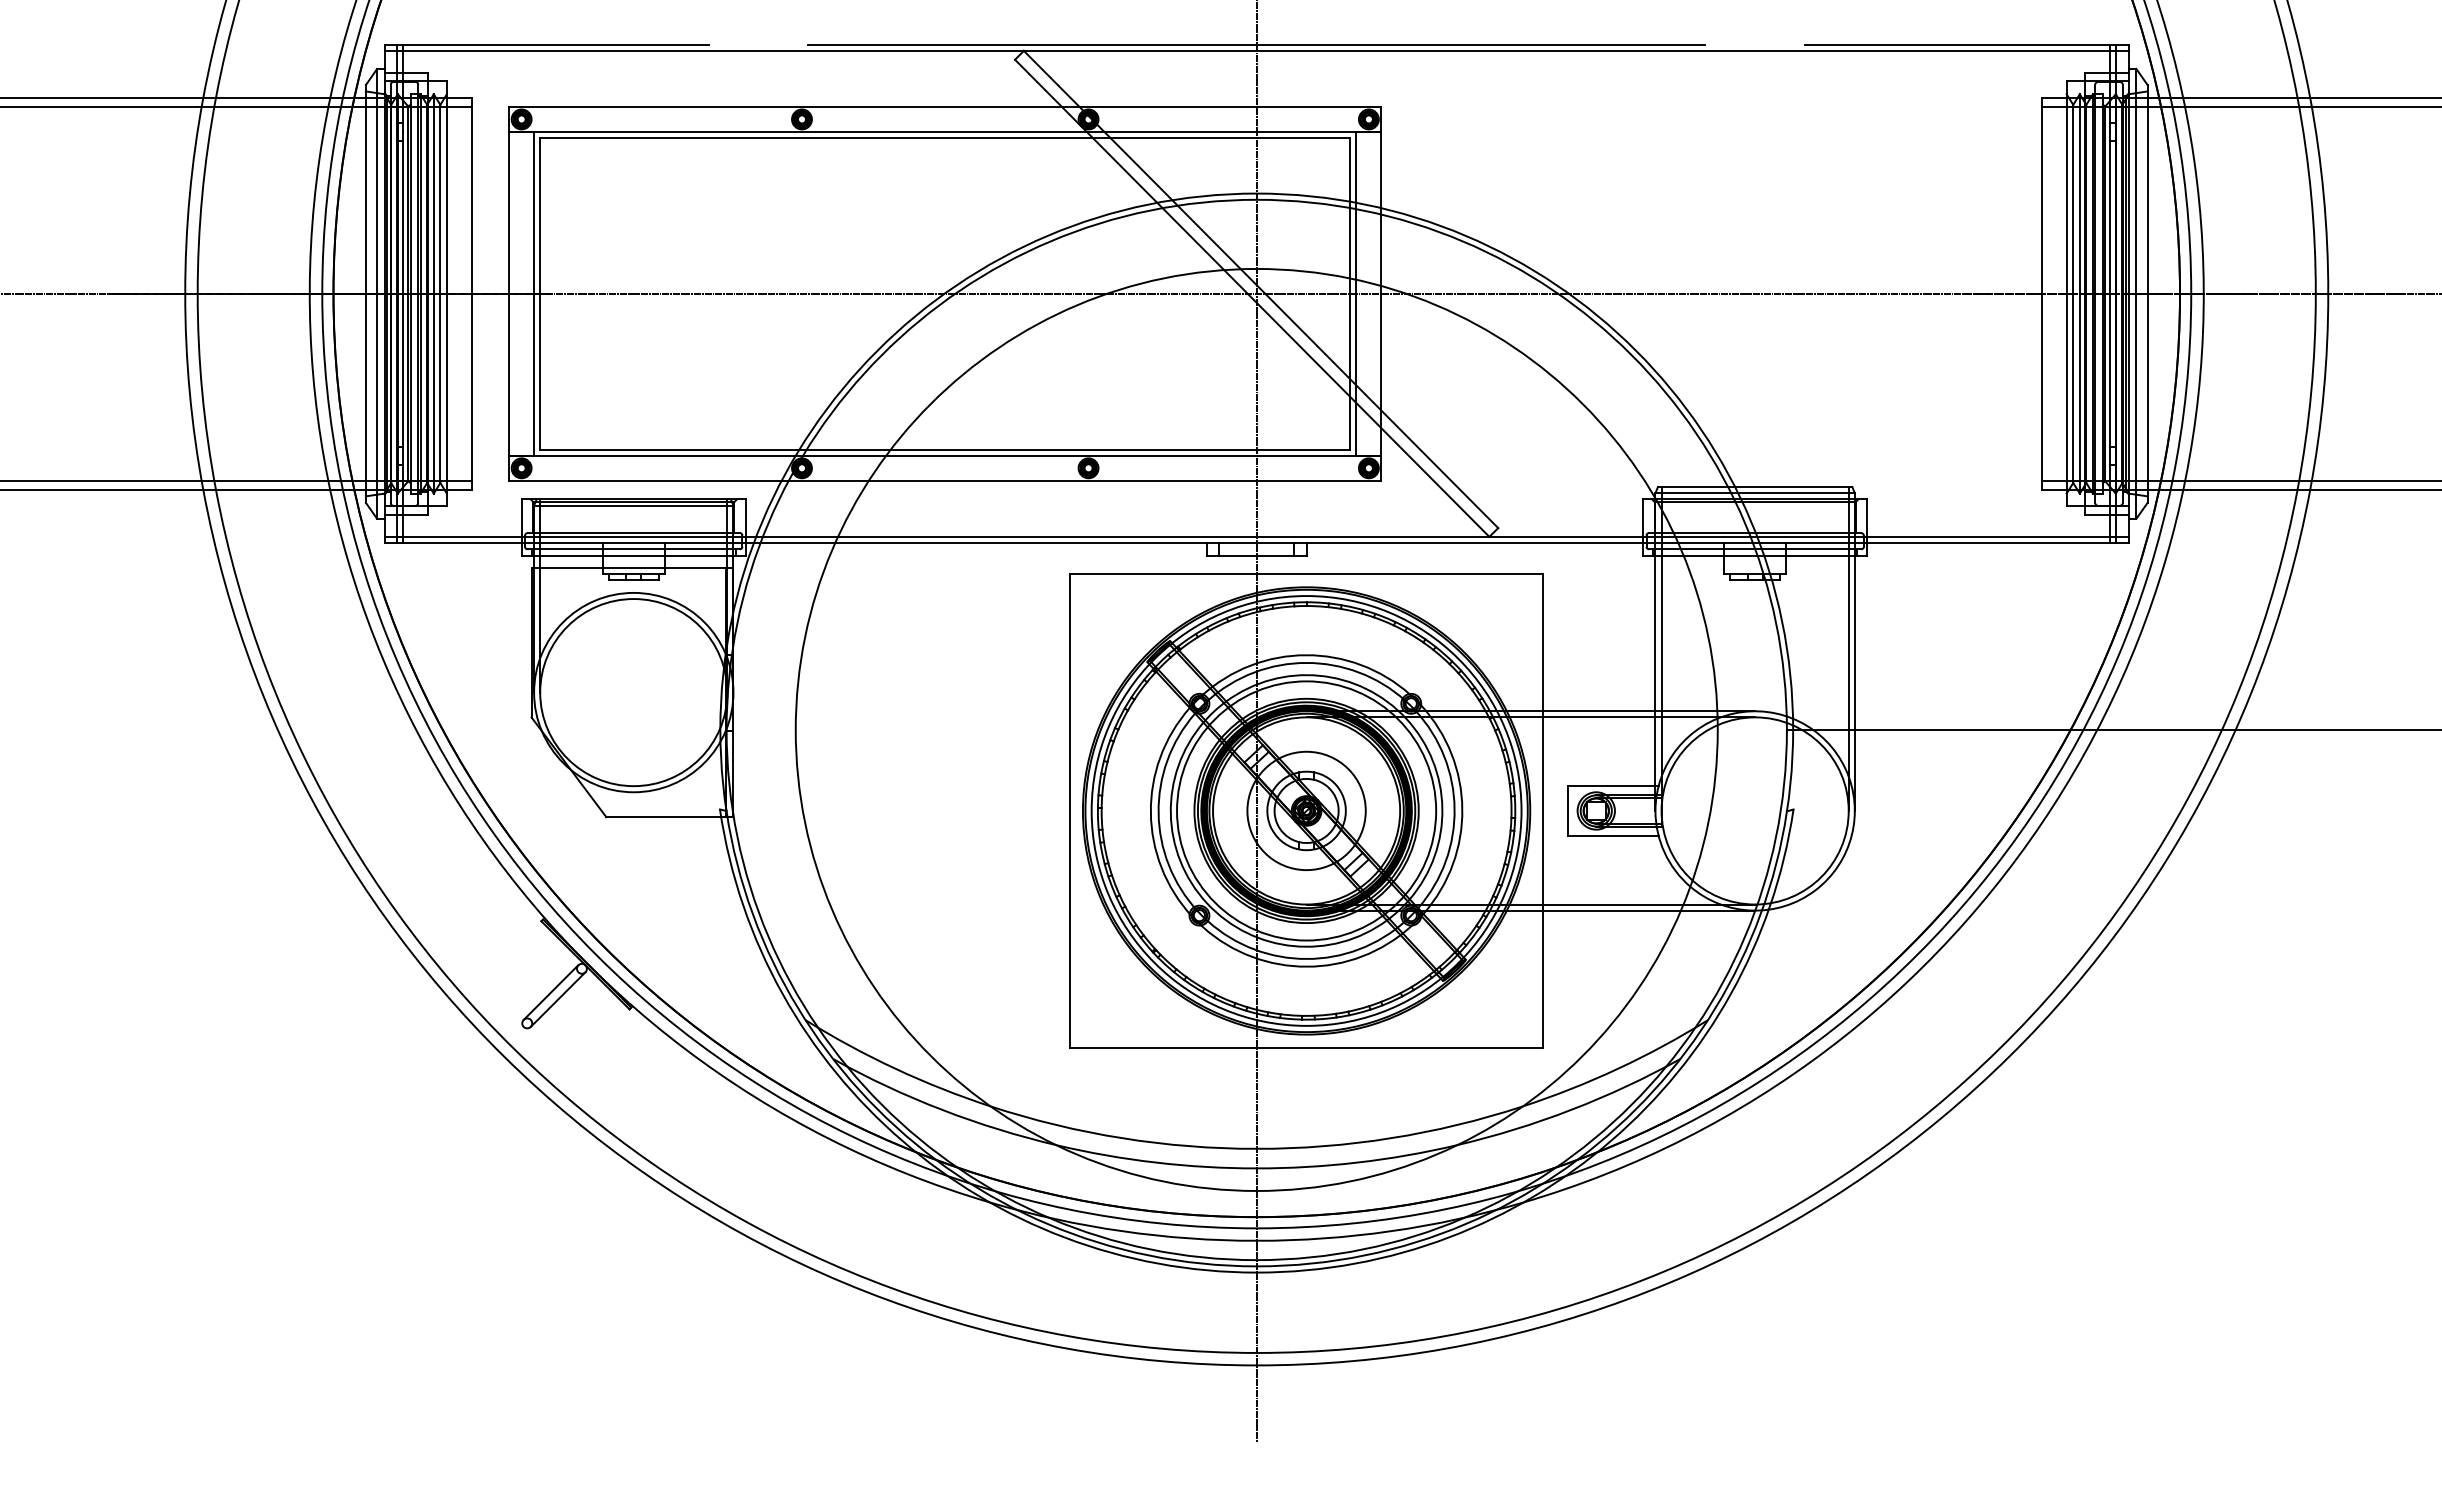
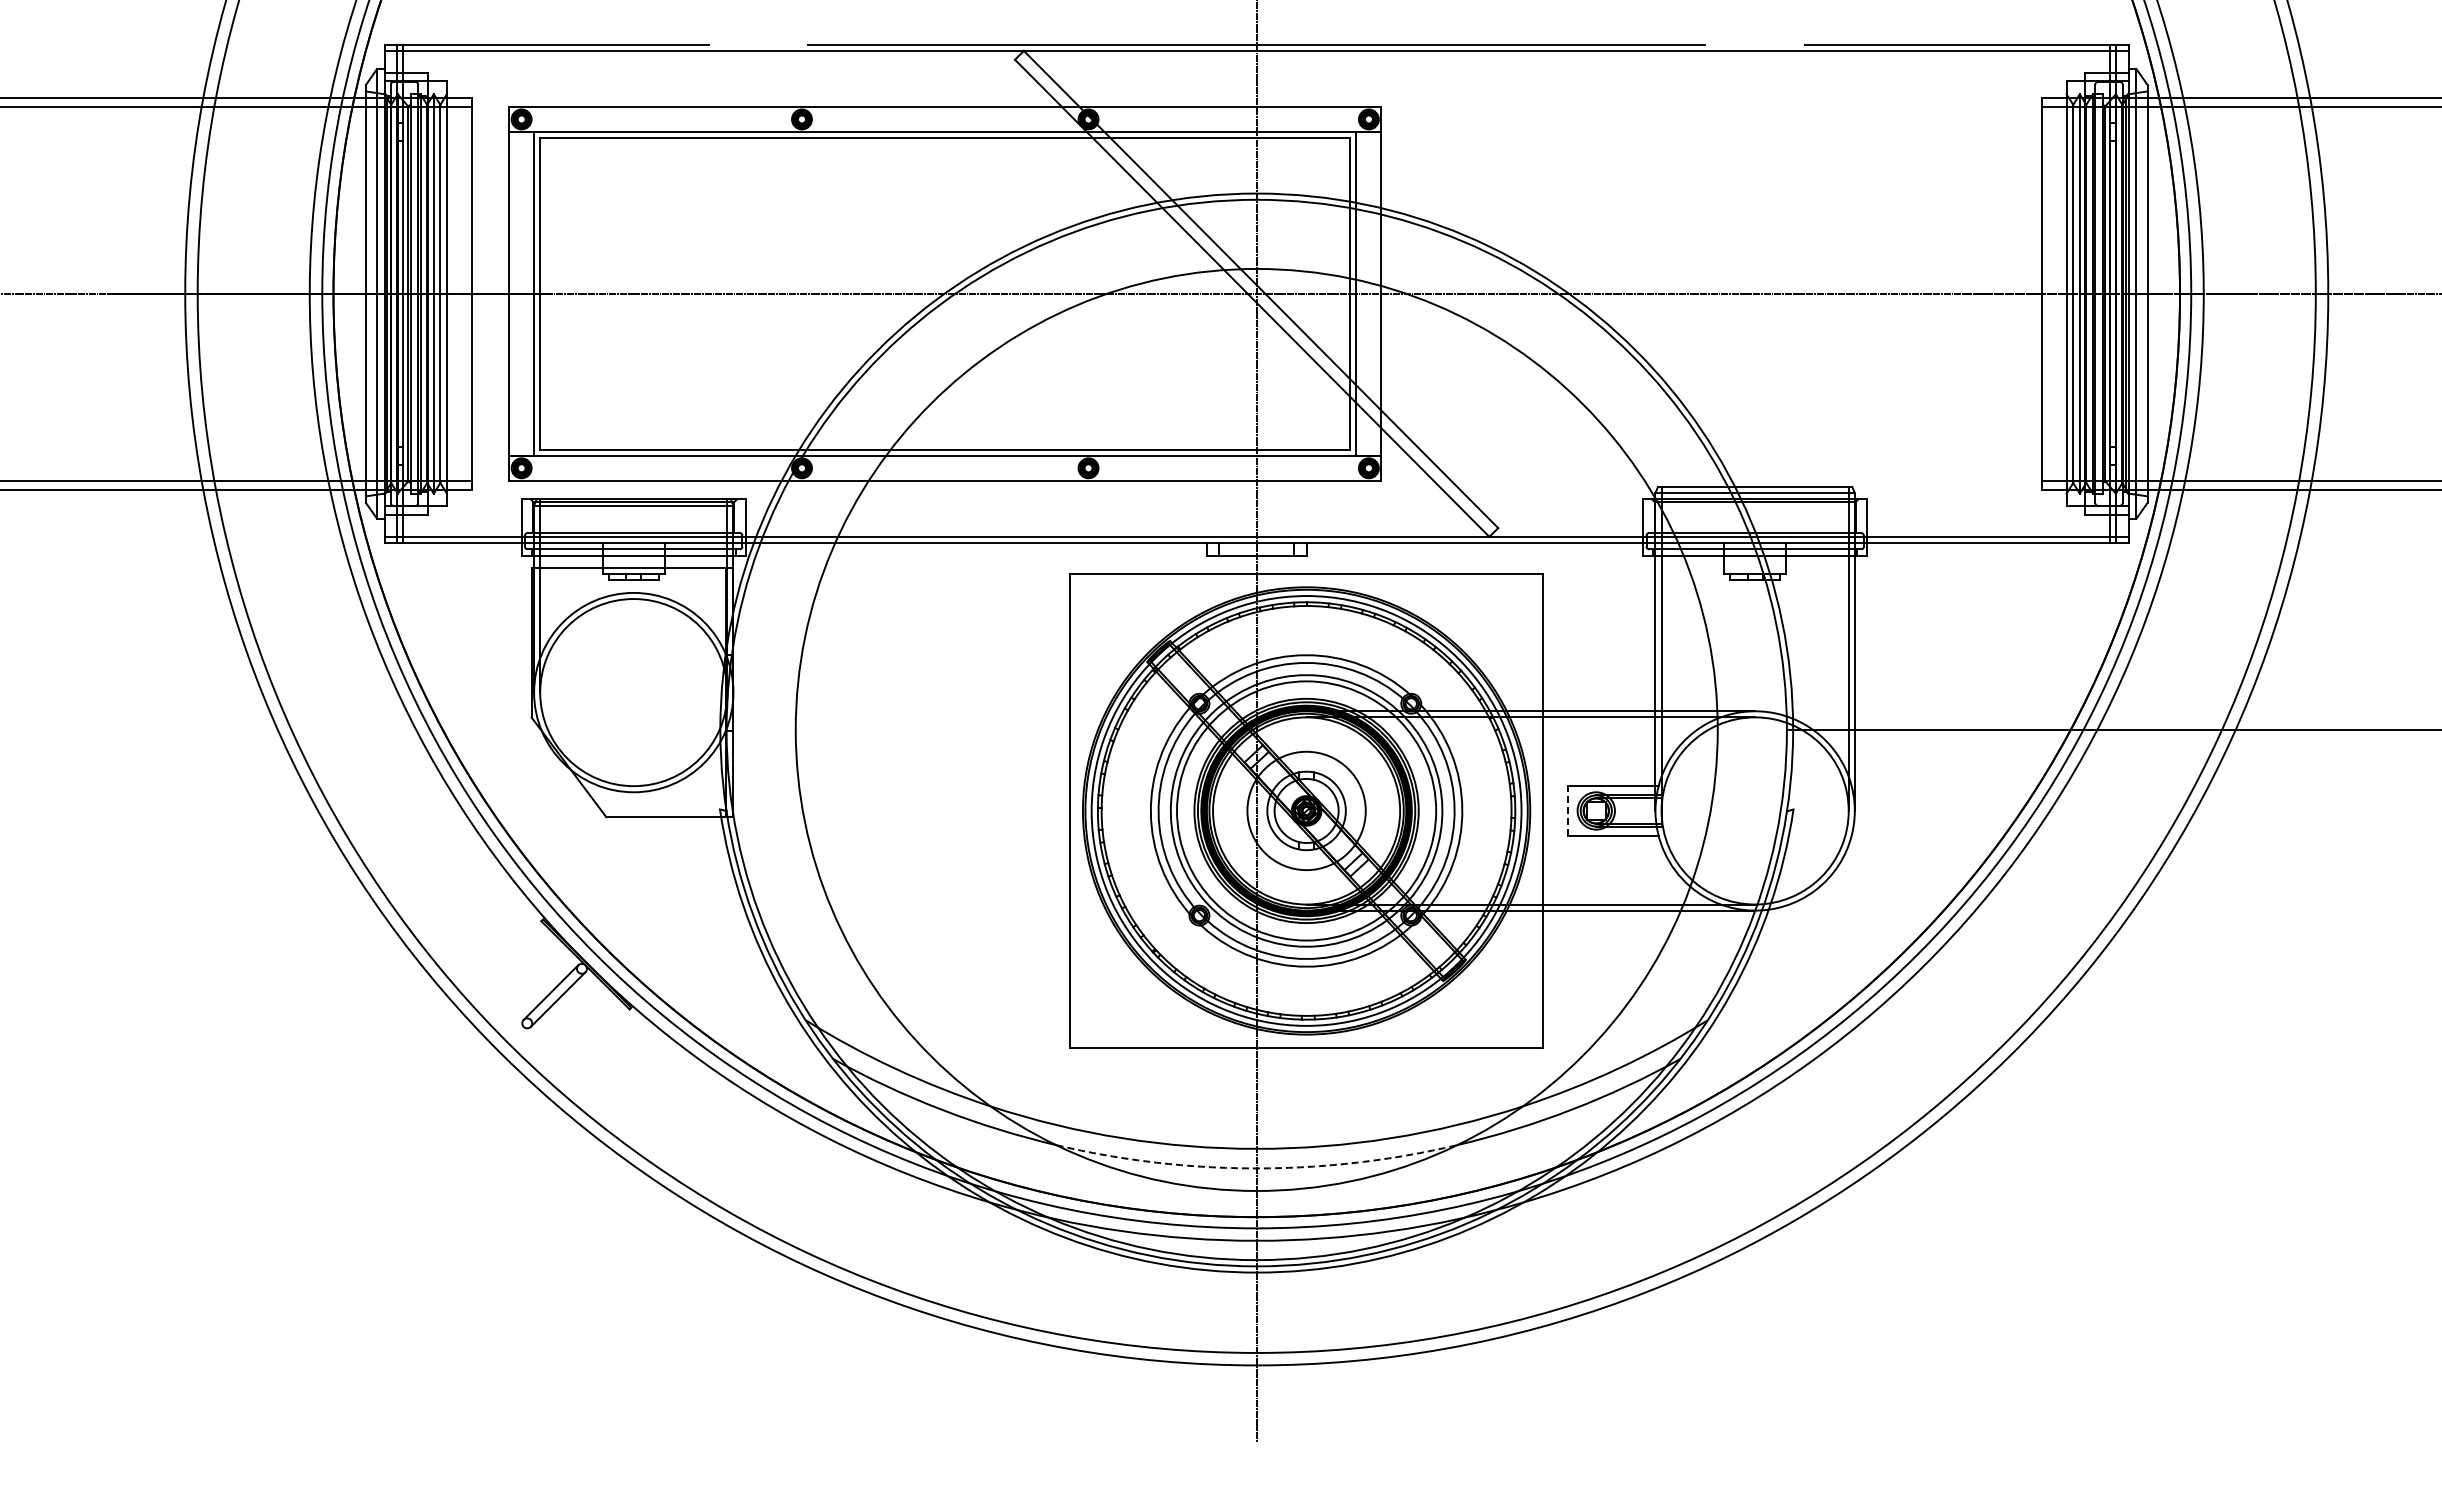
line at (1568, 810): solid -> dashed
arc at (1256, 1168): solid -> dashed
